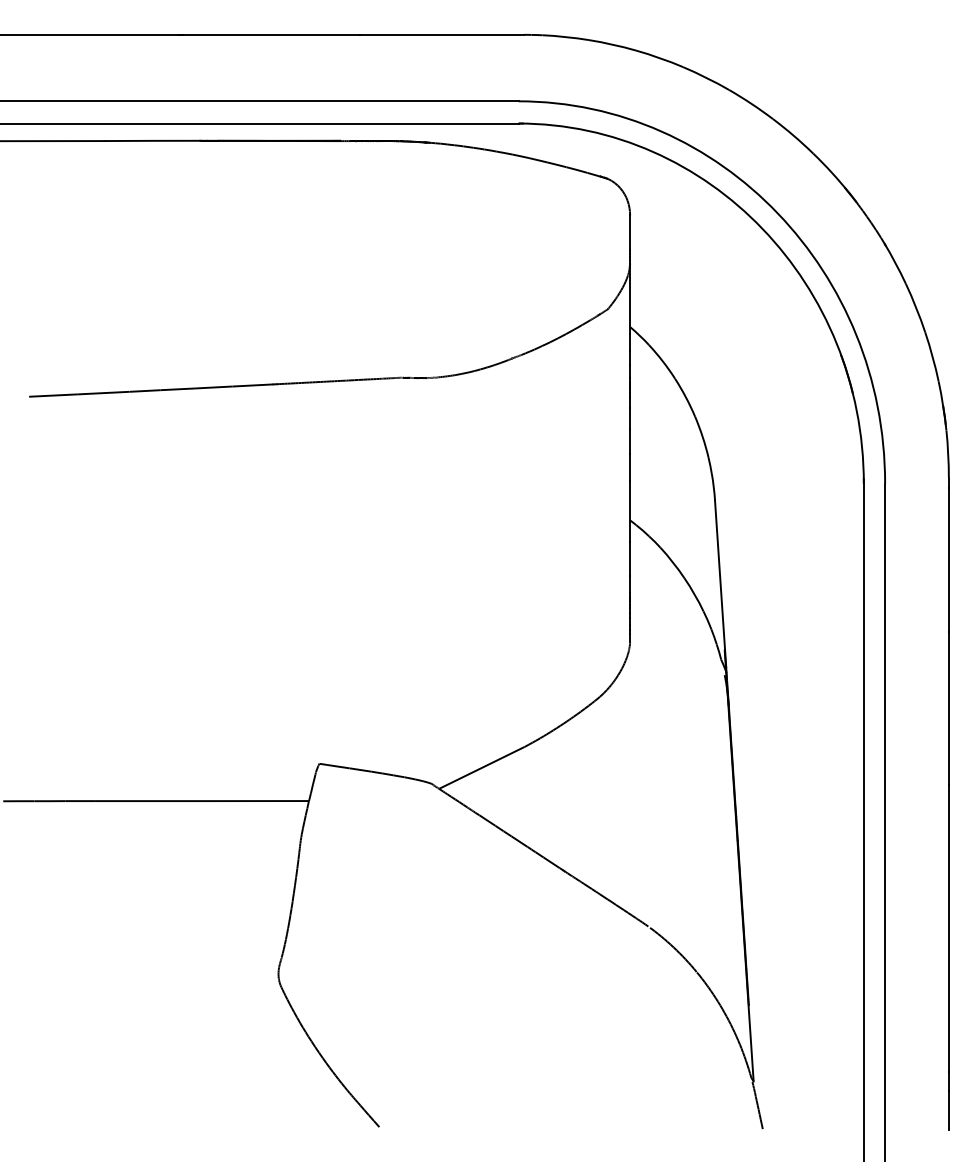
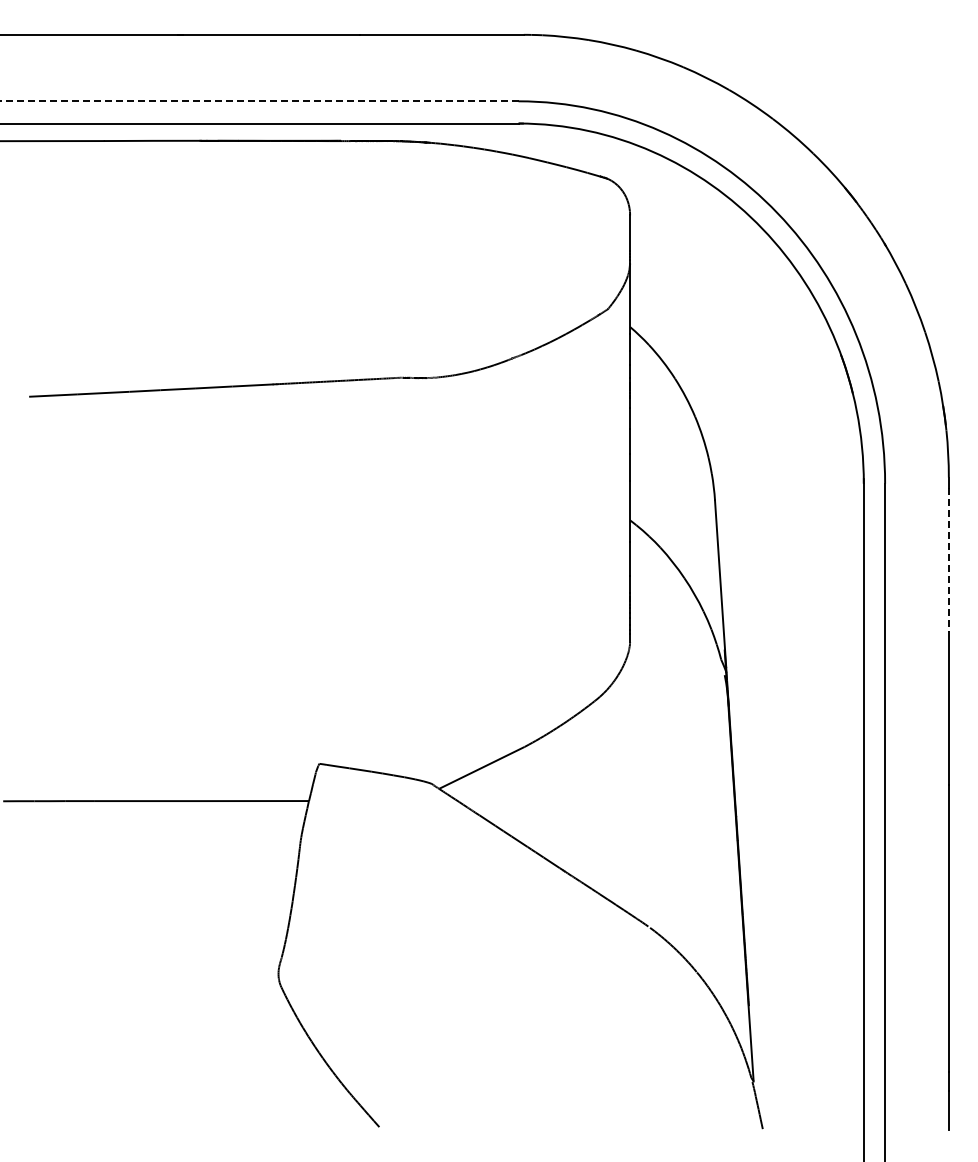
line at (259, 101): solid -> dashed
line at (948, 559): solid -> dashed
